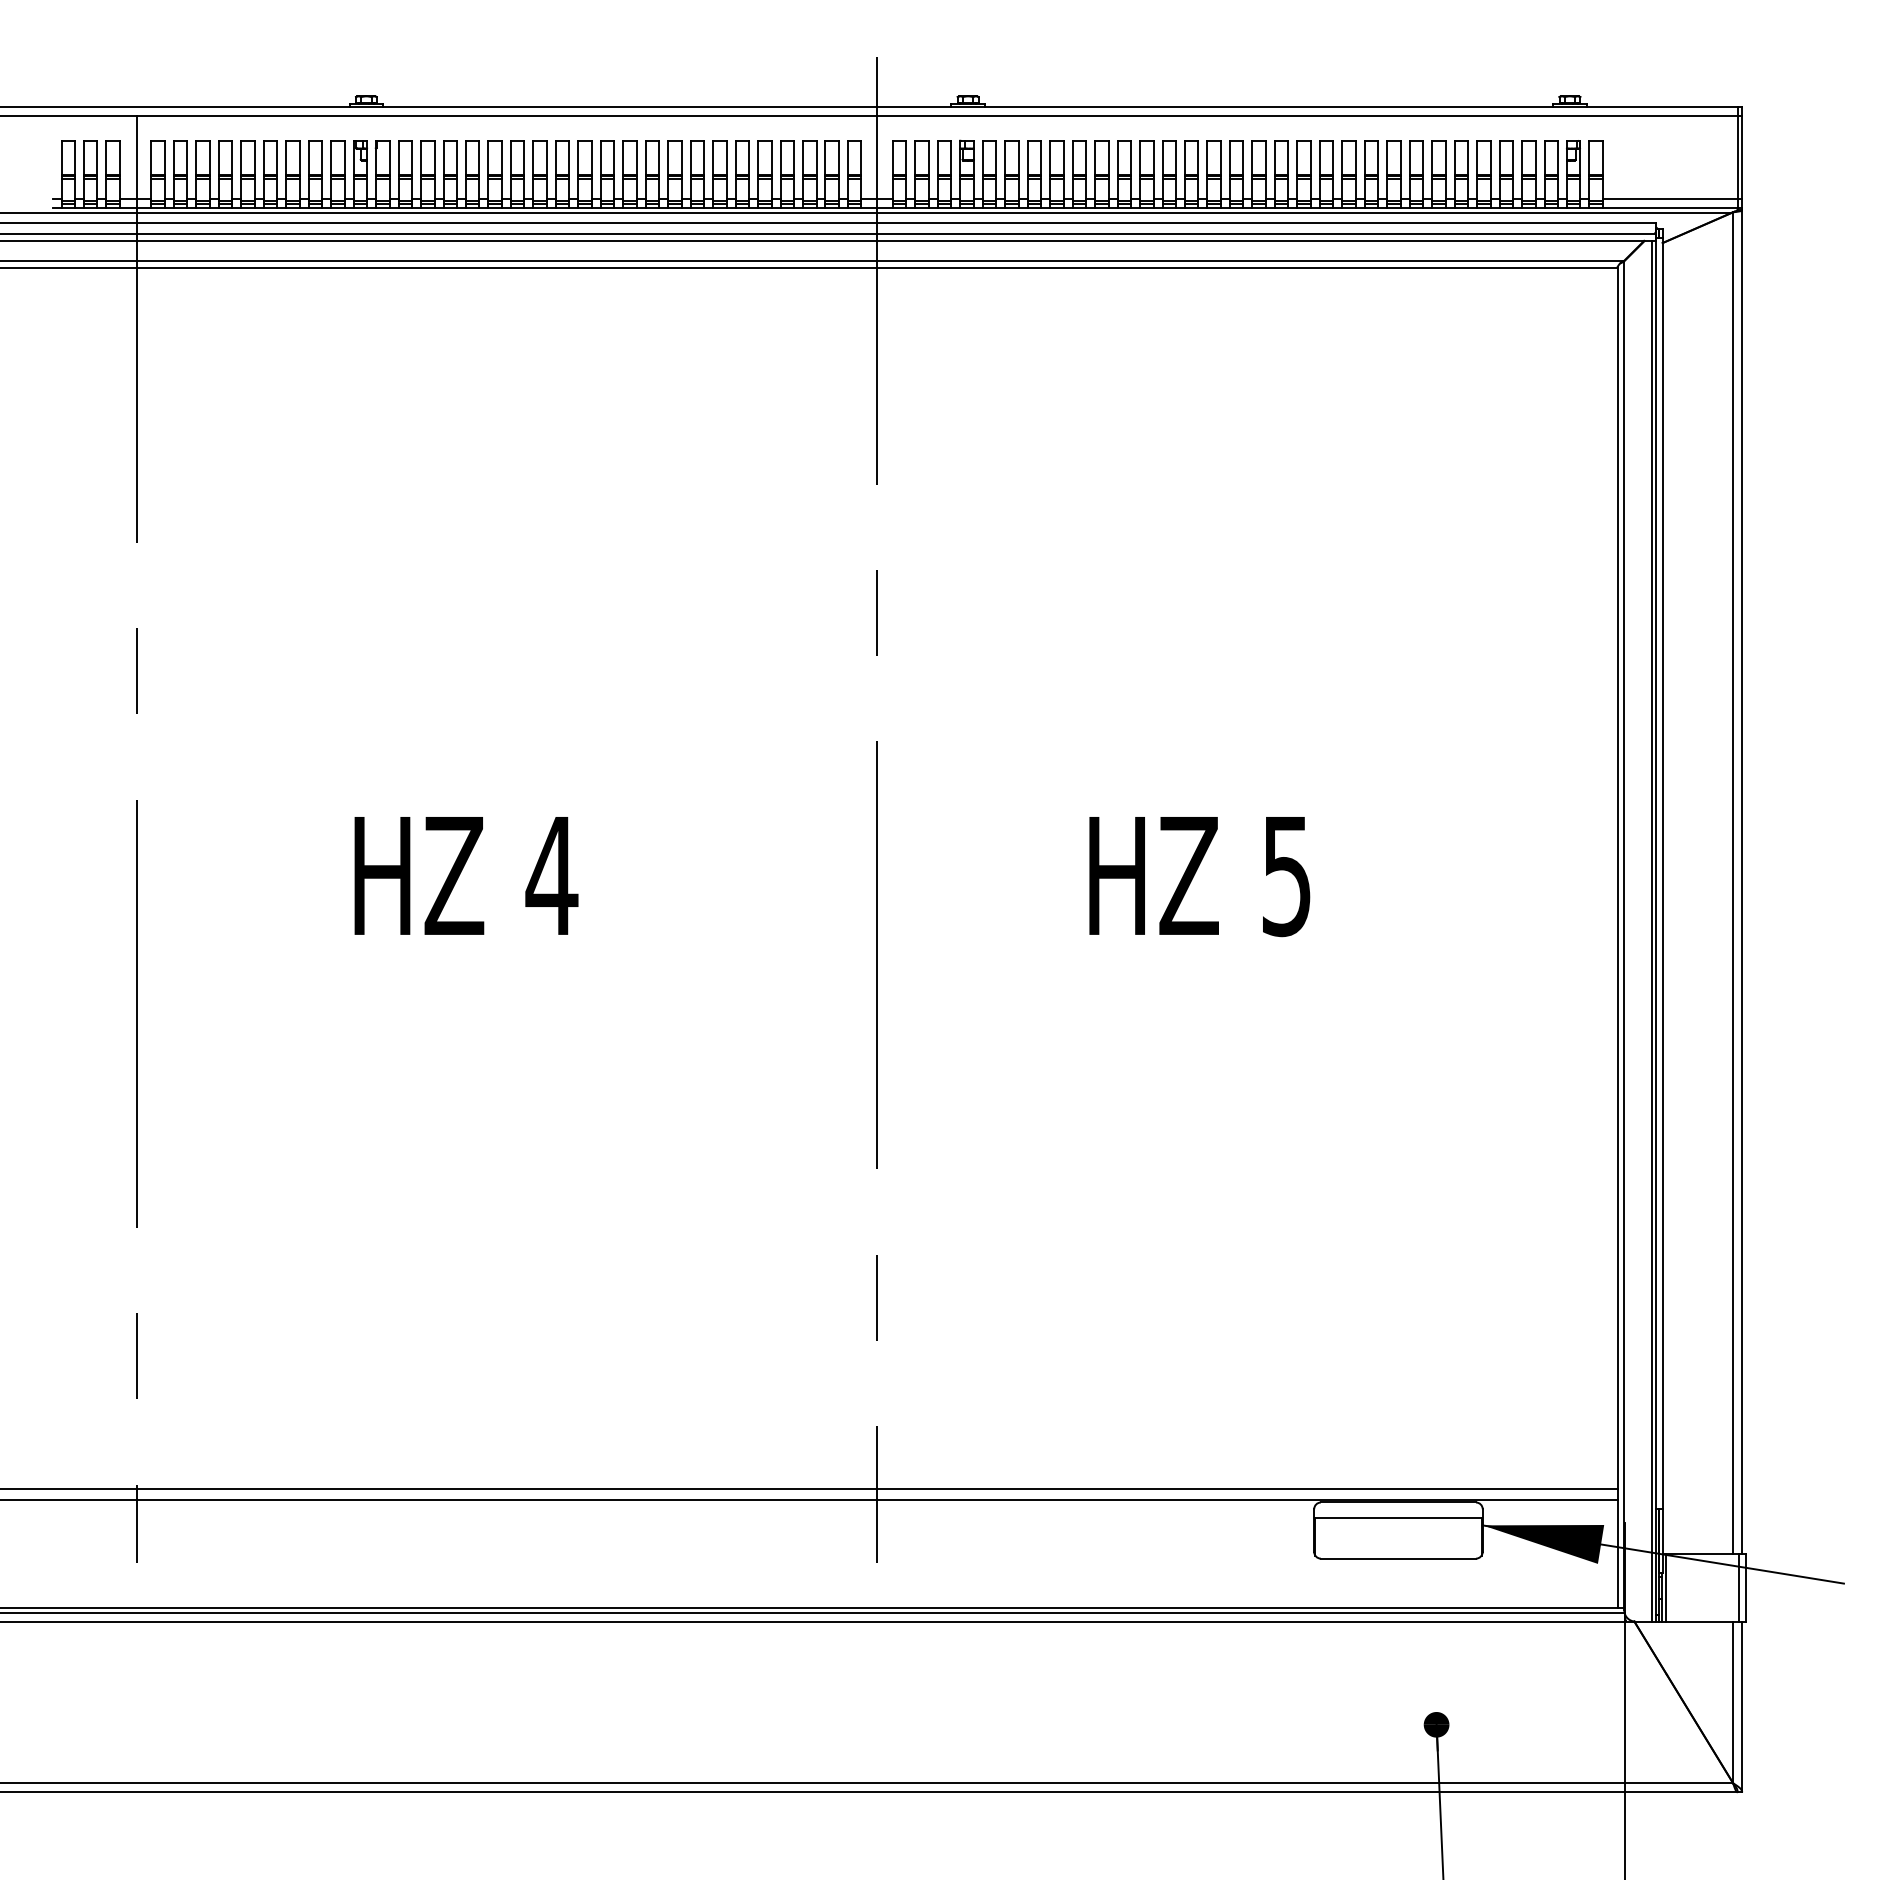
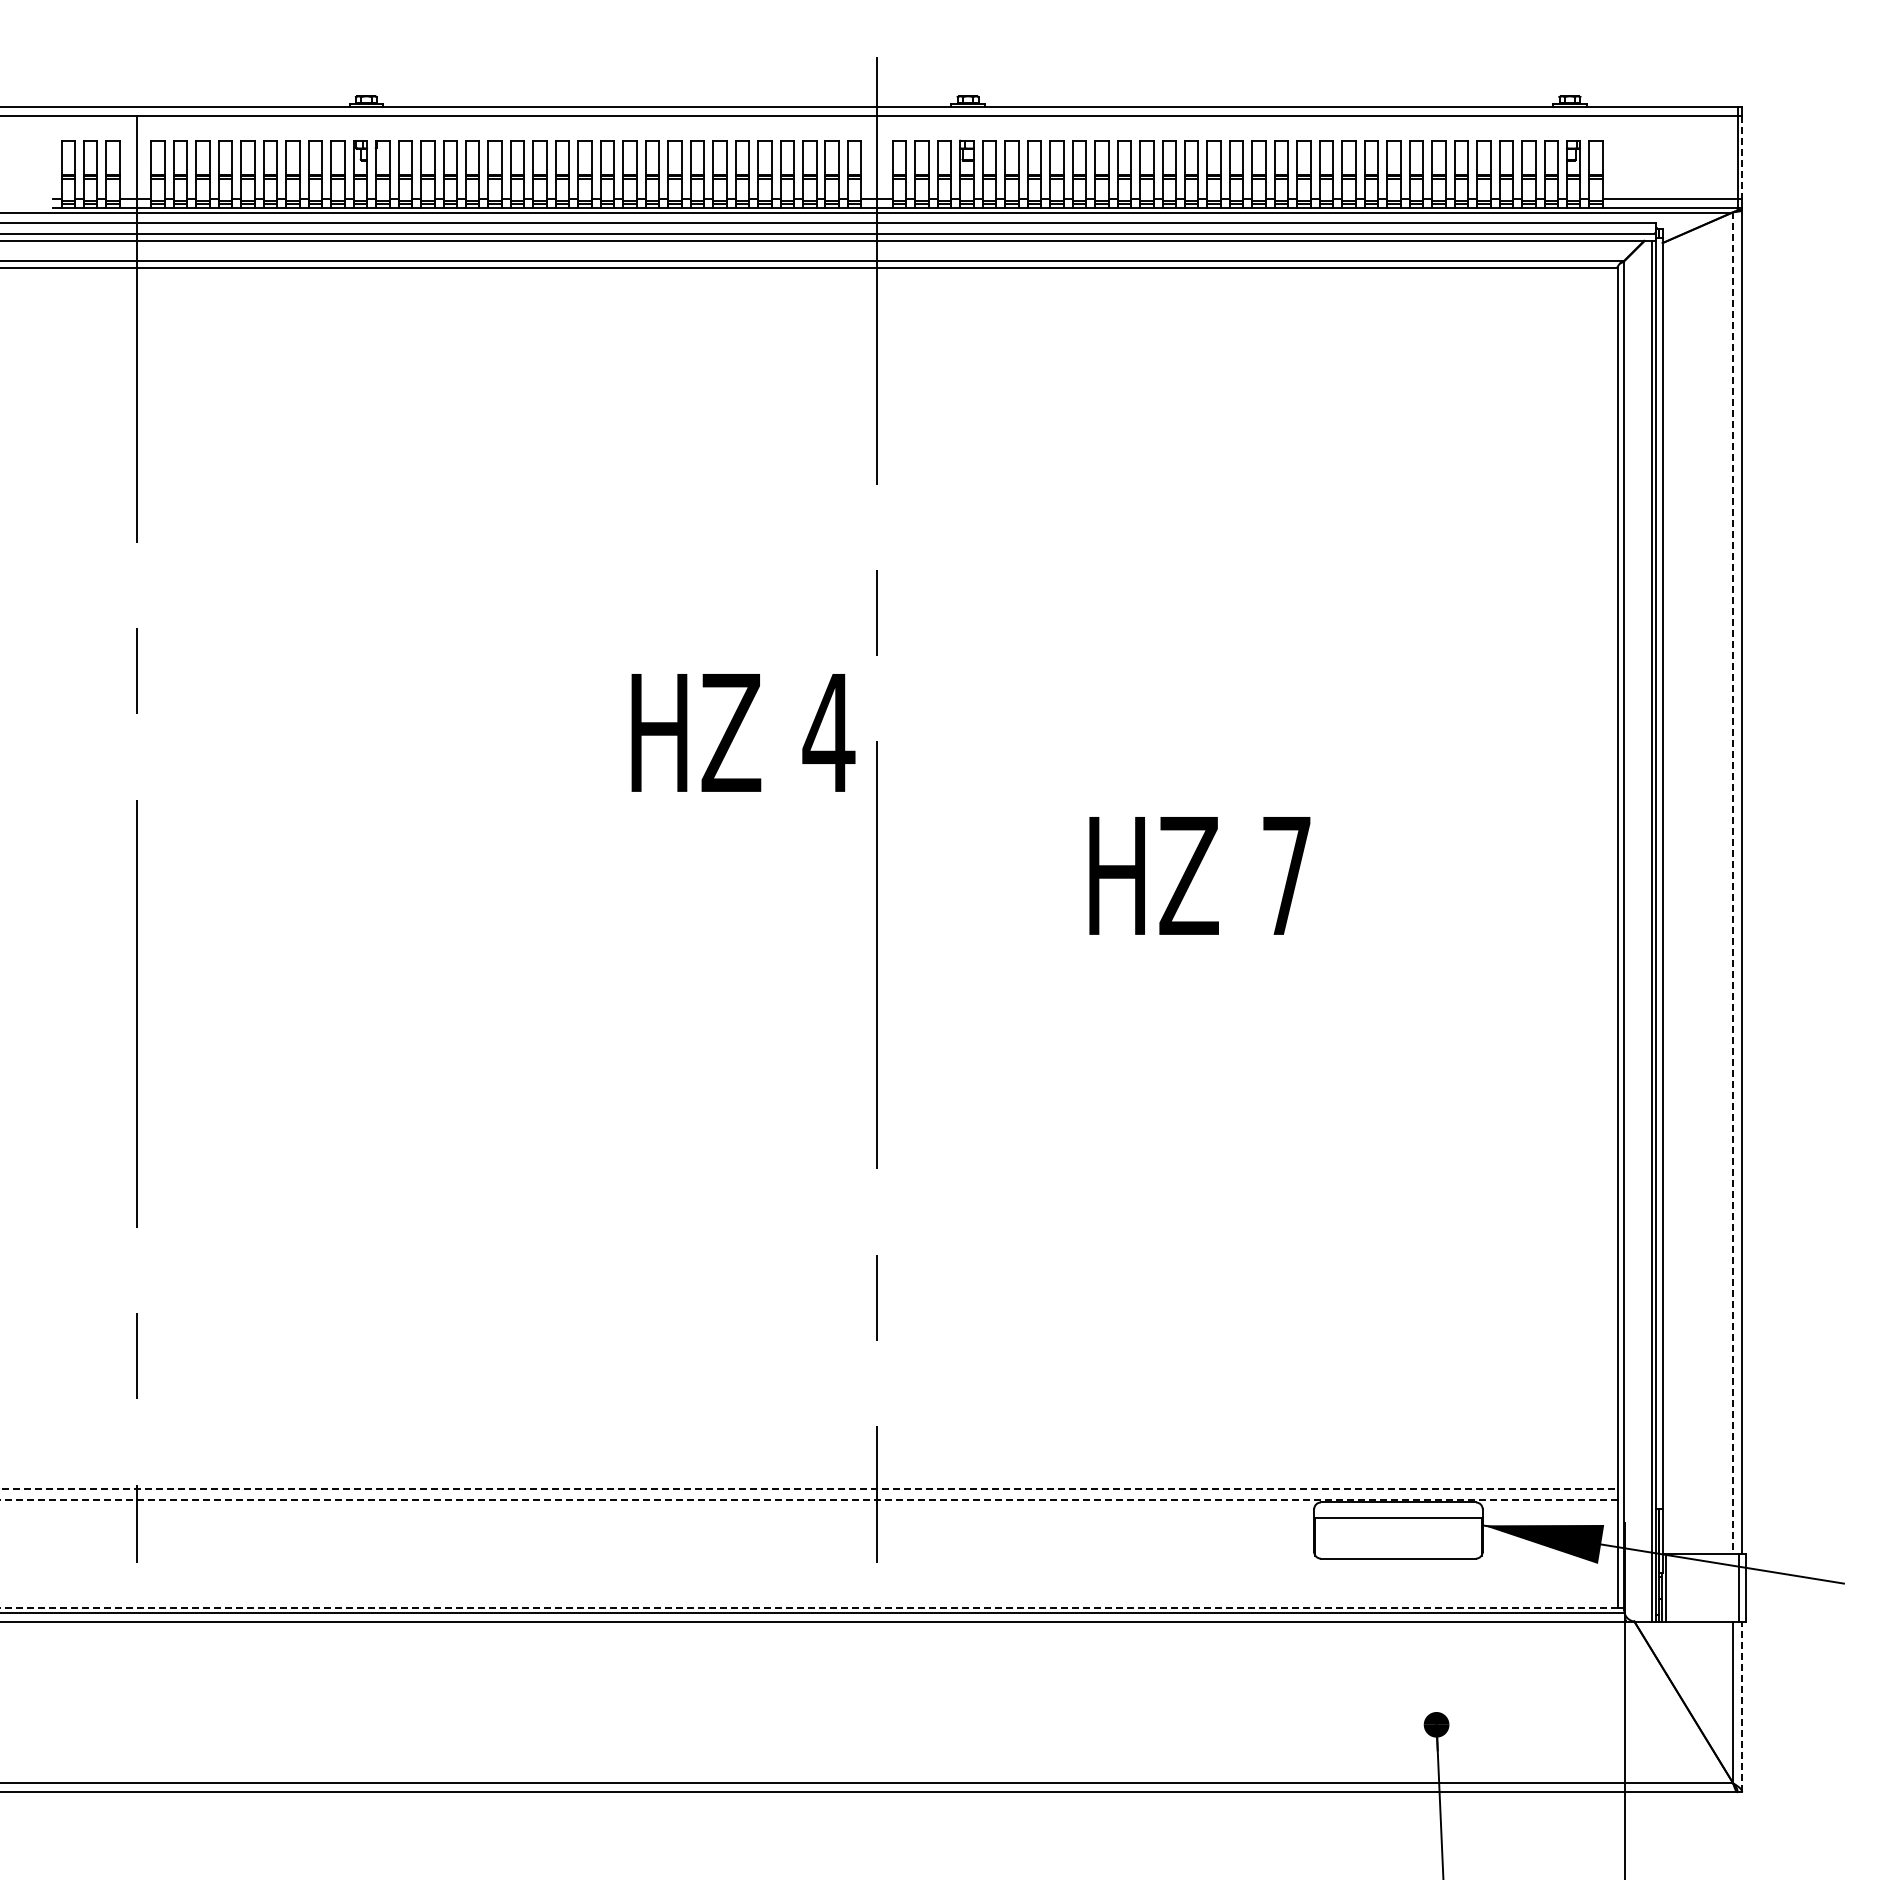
line at (1742, 157): solid -> dashed
text at (466, 875) position: (466, 875) -> (743, 732)
text at (1286, 877): 5 -> 7
line at (1733, 883): solid -> dashed
line at (809, 1489): solid -> dashed
line at (808, 1500): solid -> dashed
line at (808, 1608): solid -> dashed
line at (1742, 1706): solid -> dashed
